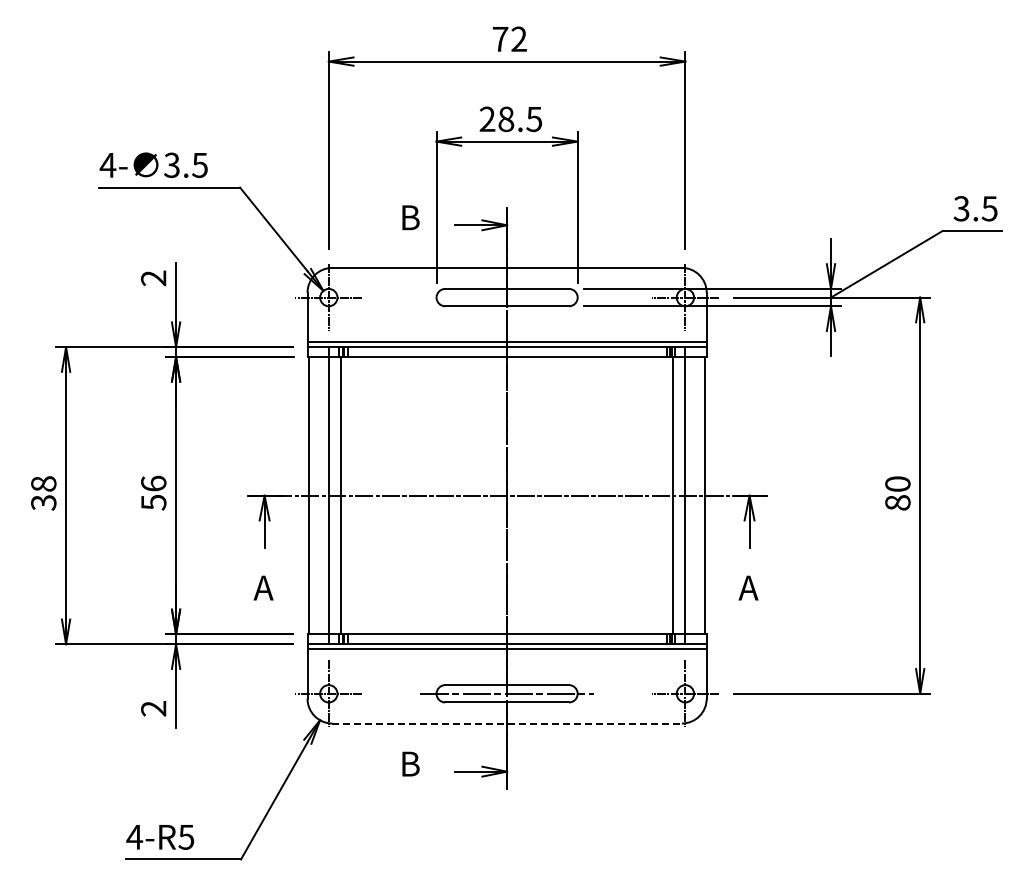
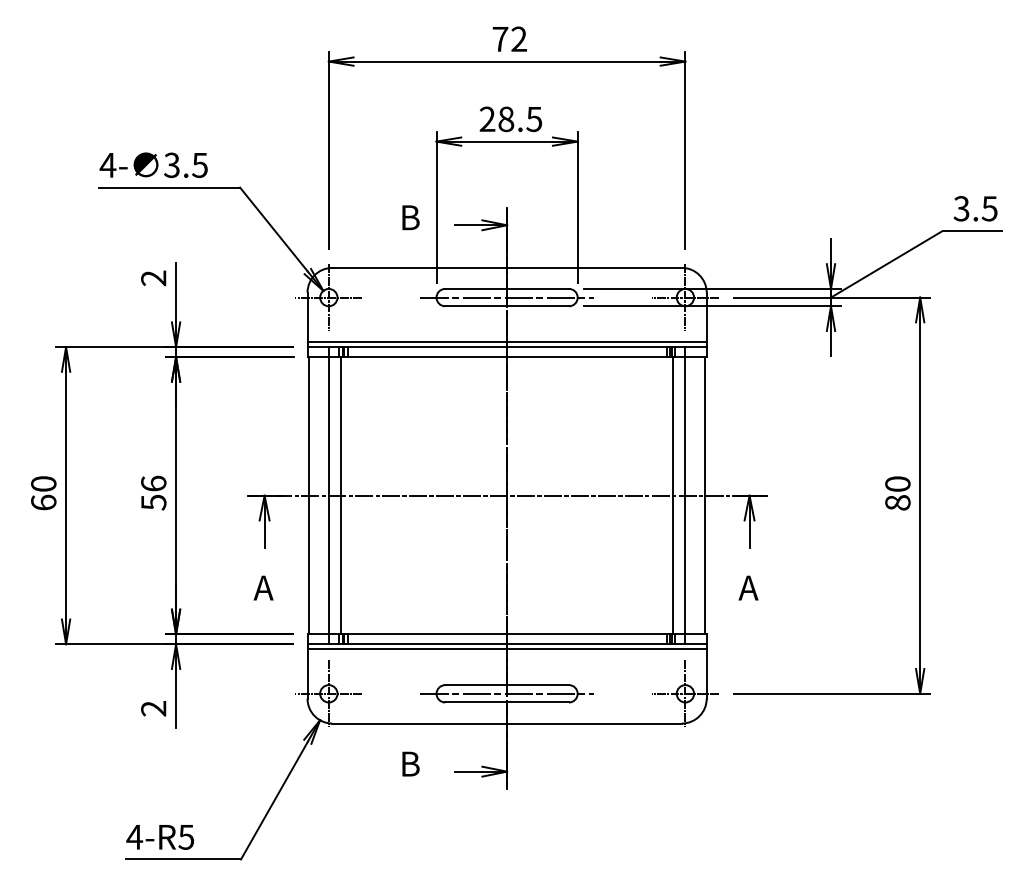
line at (506, 297): none -> present
text at (43, 493): 38 -> 60
line at (507, 723): dashed -> solid
